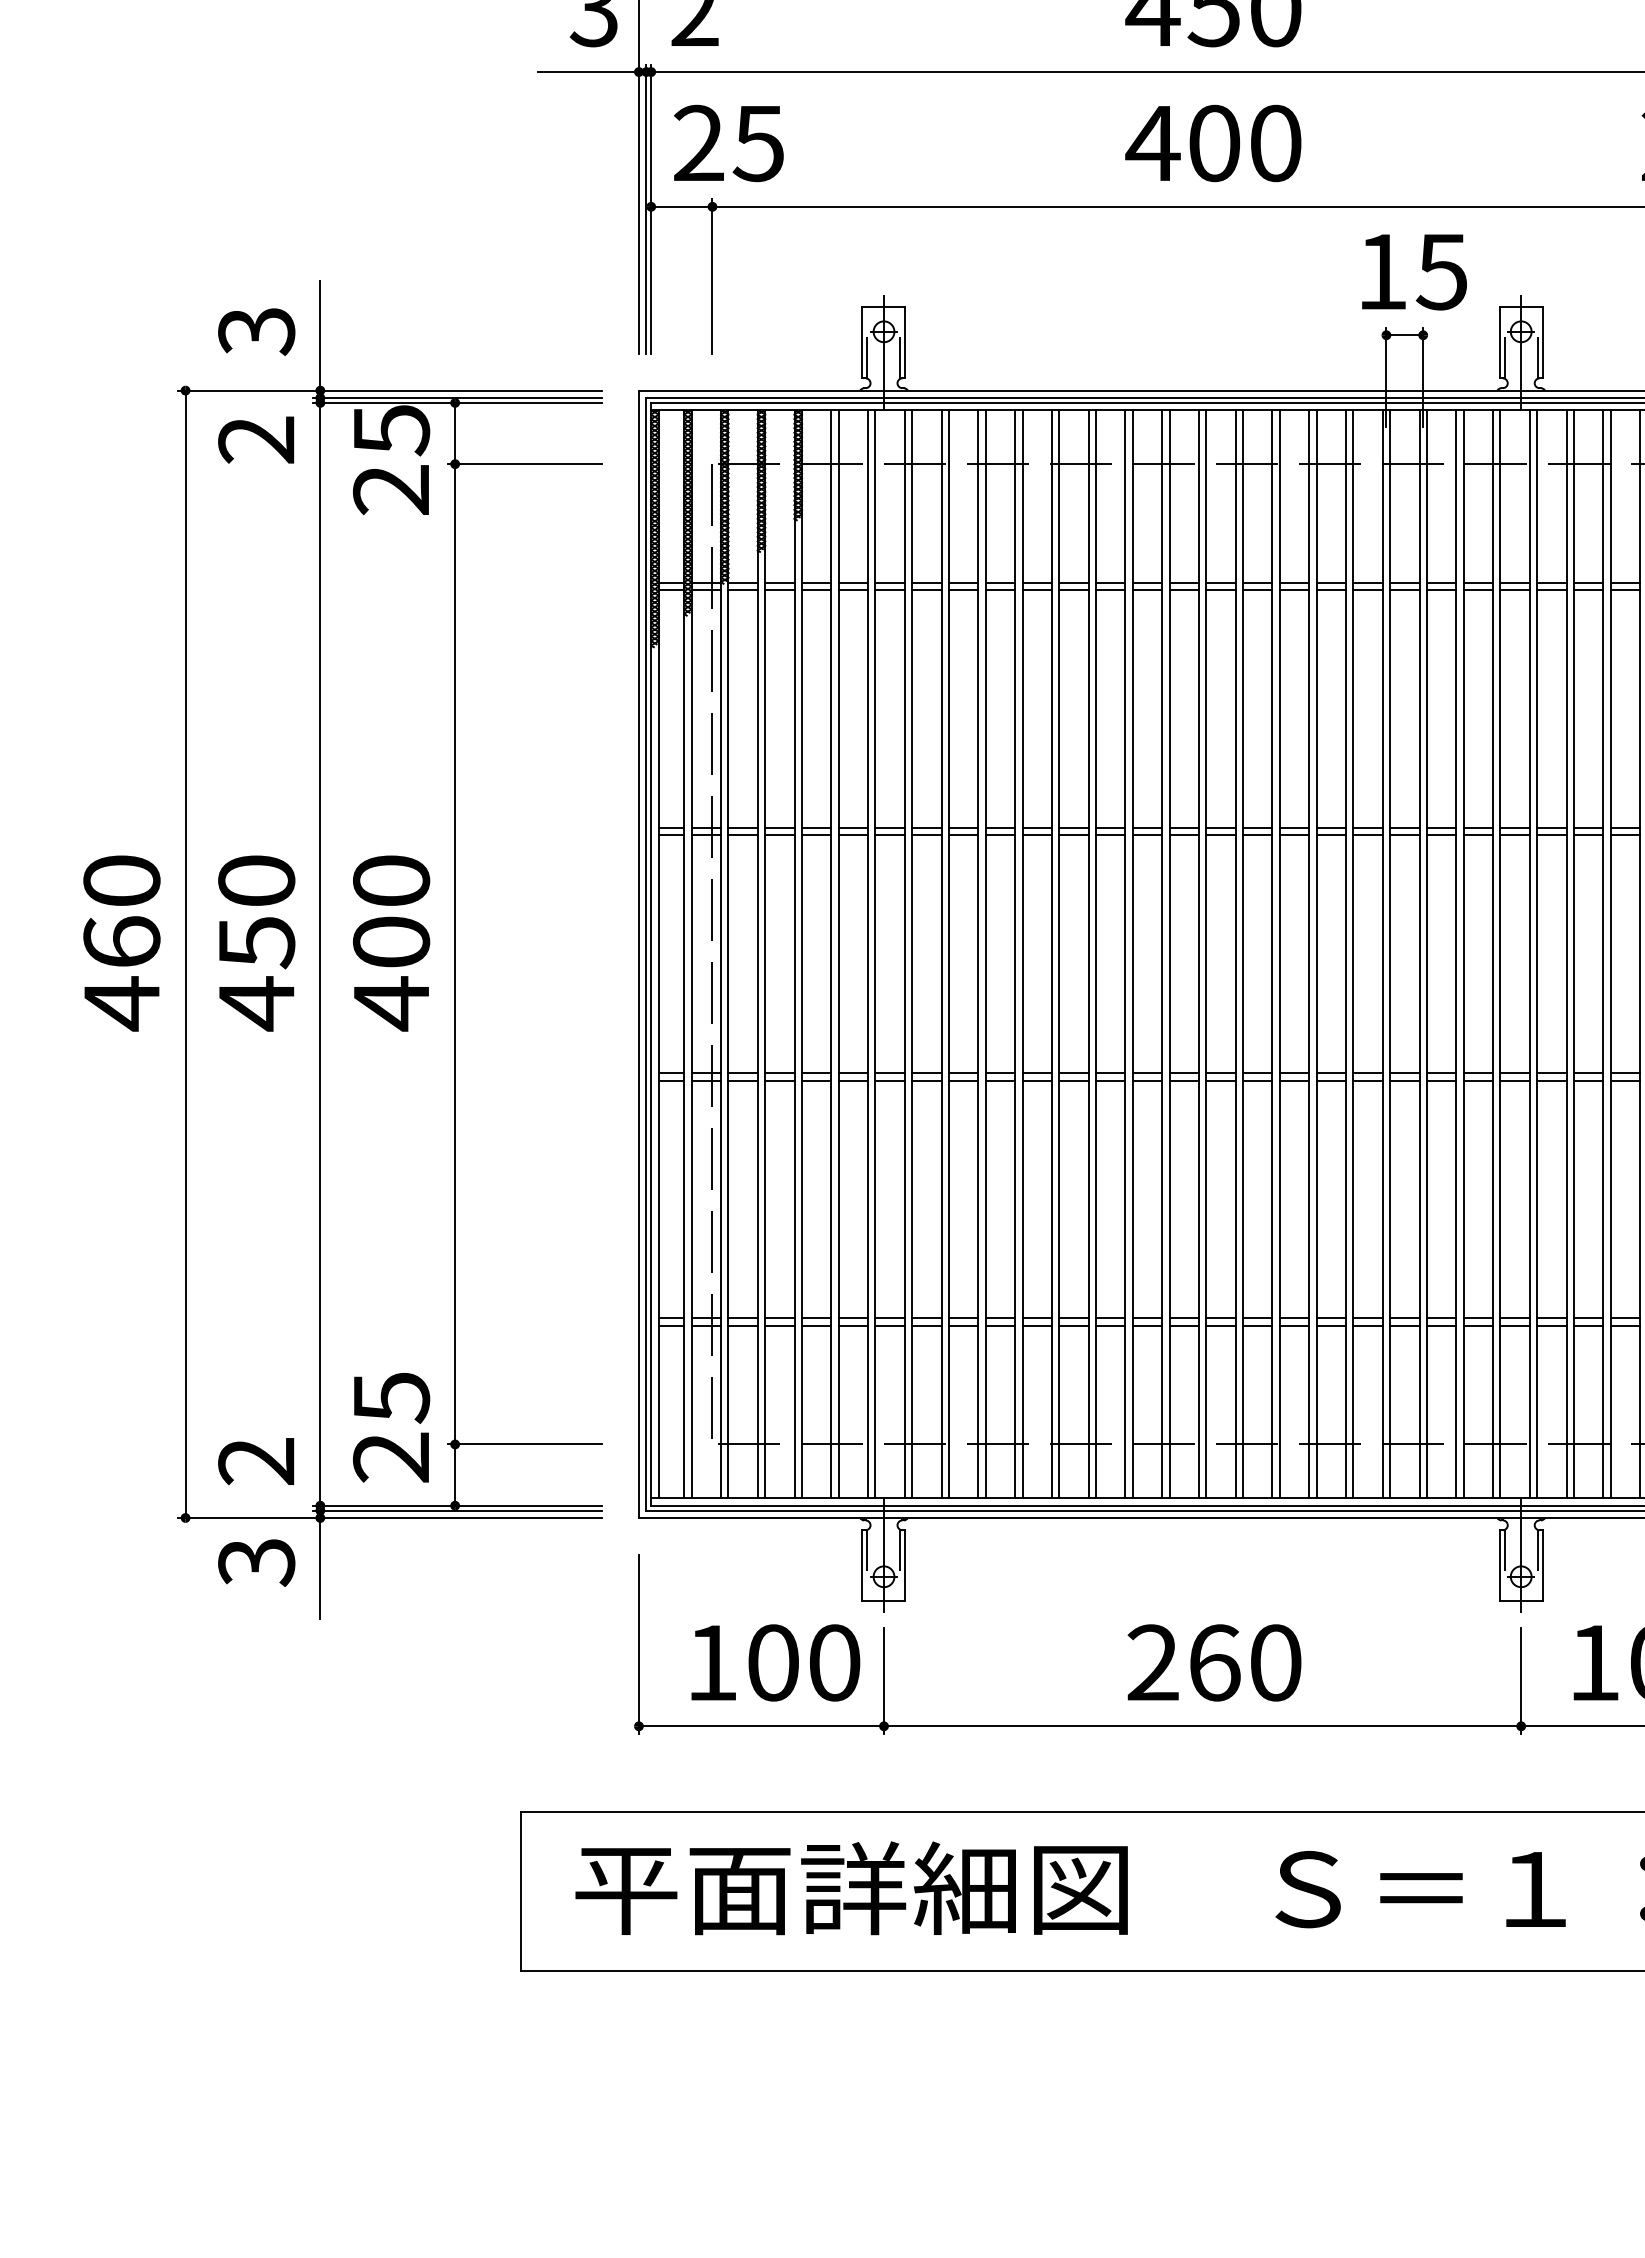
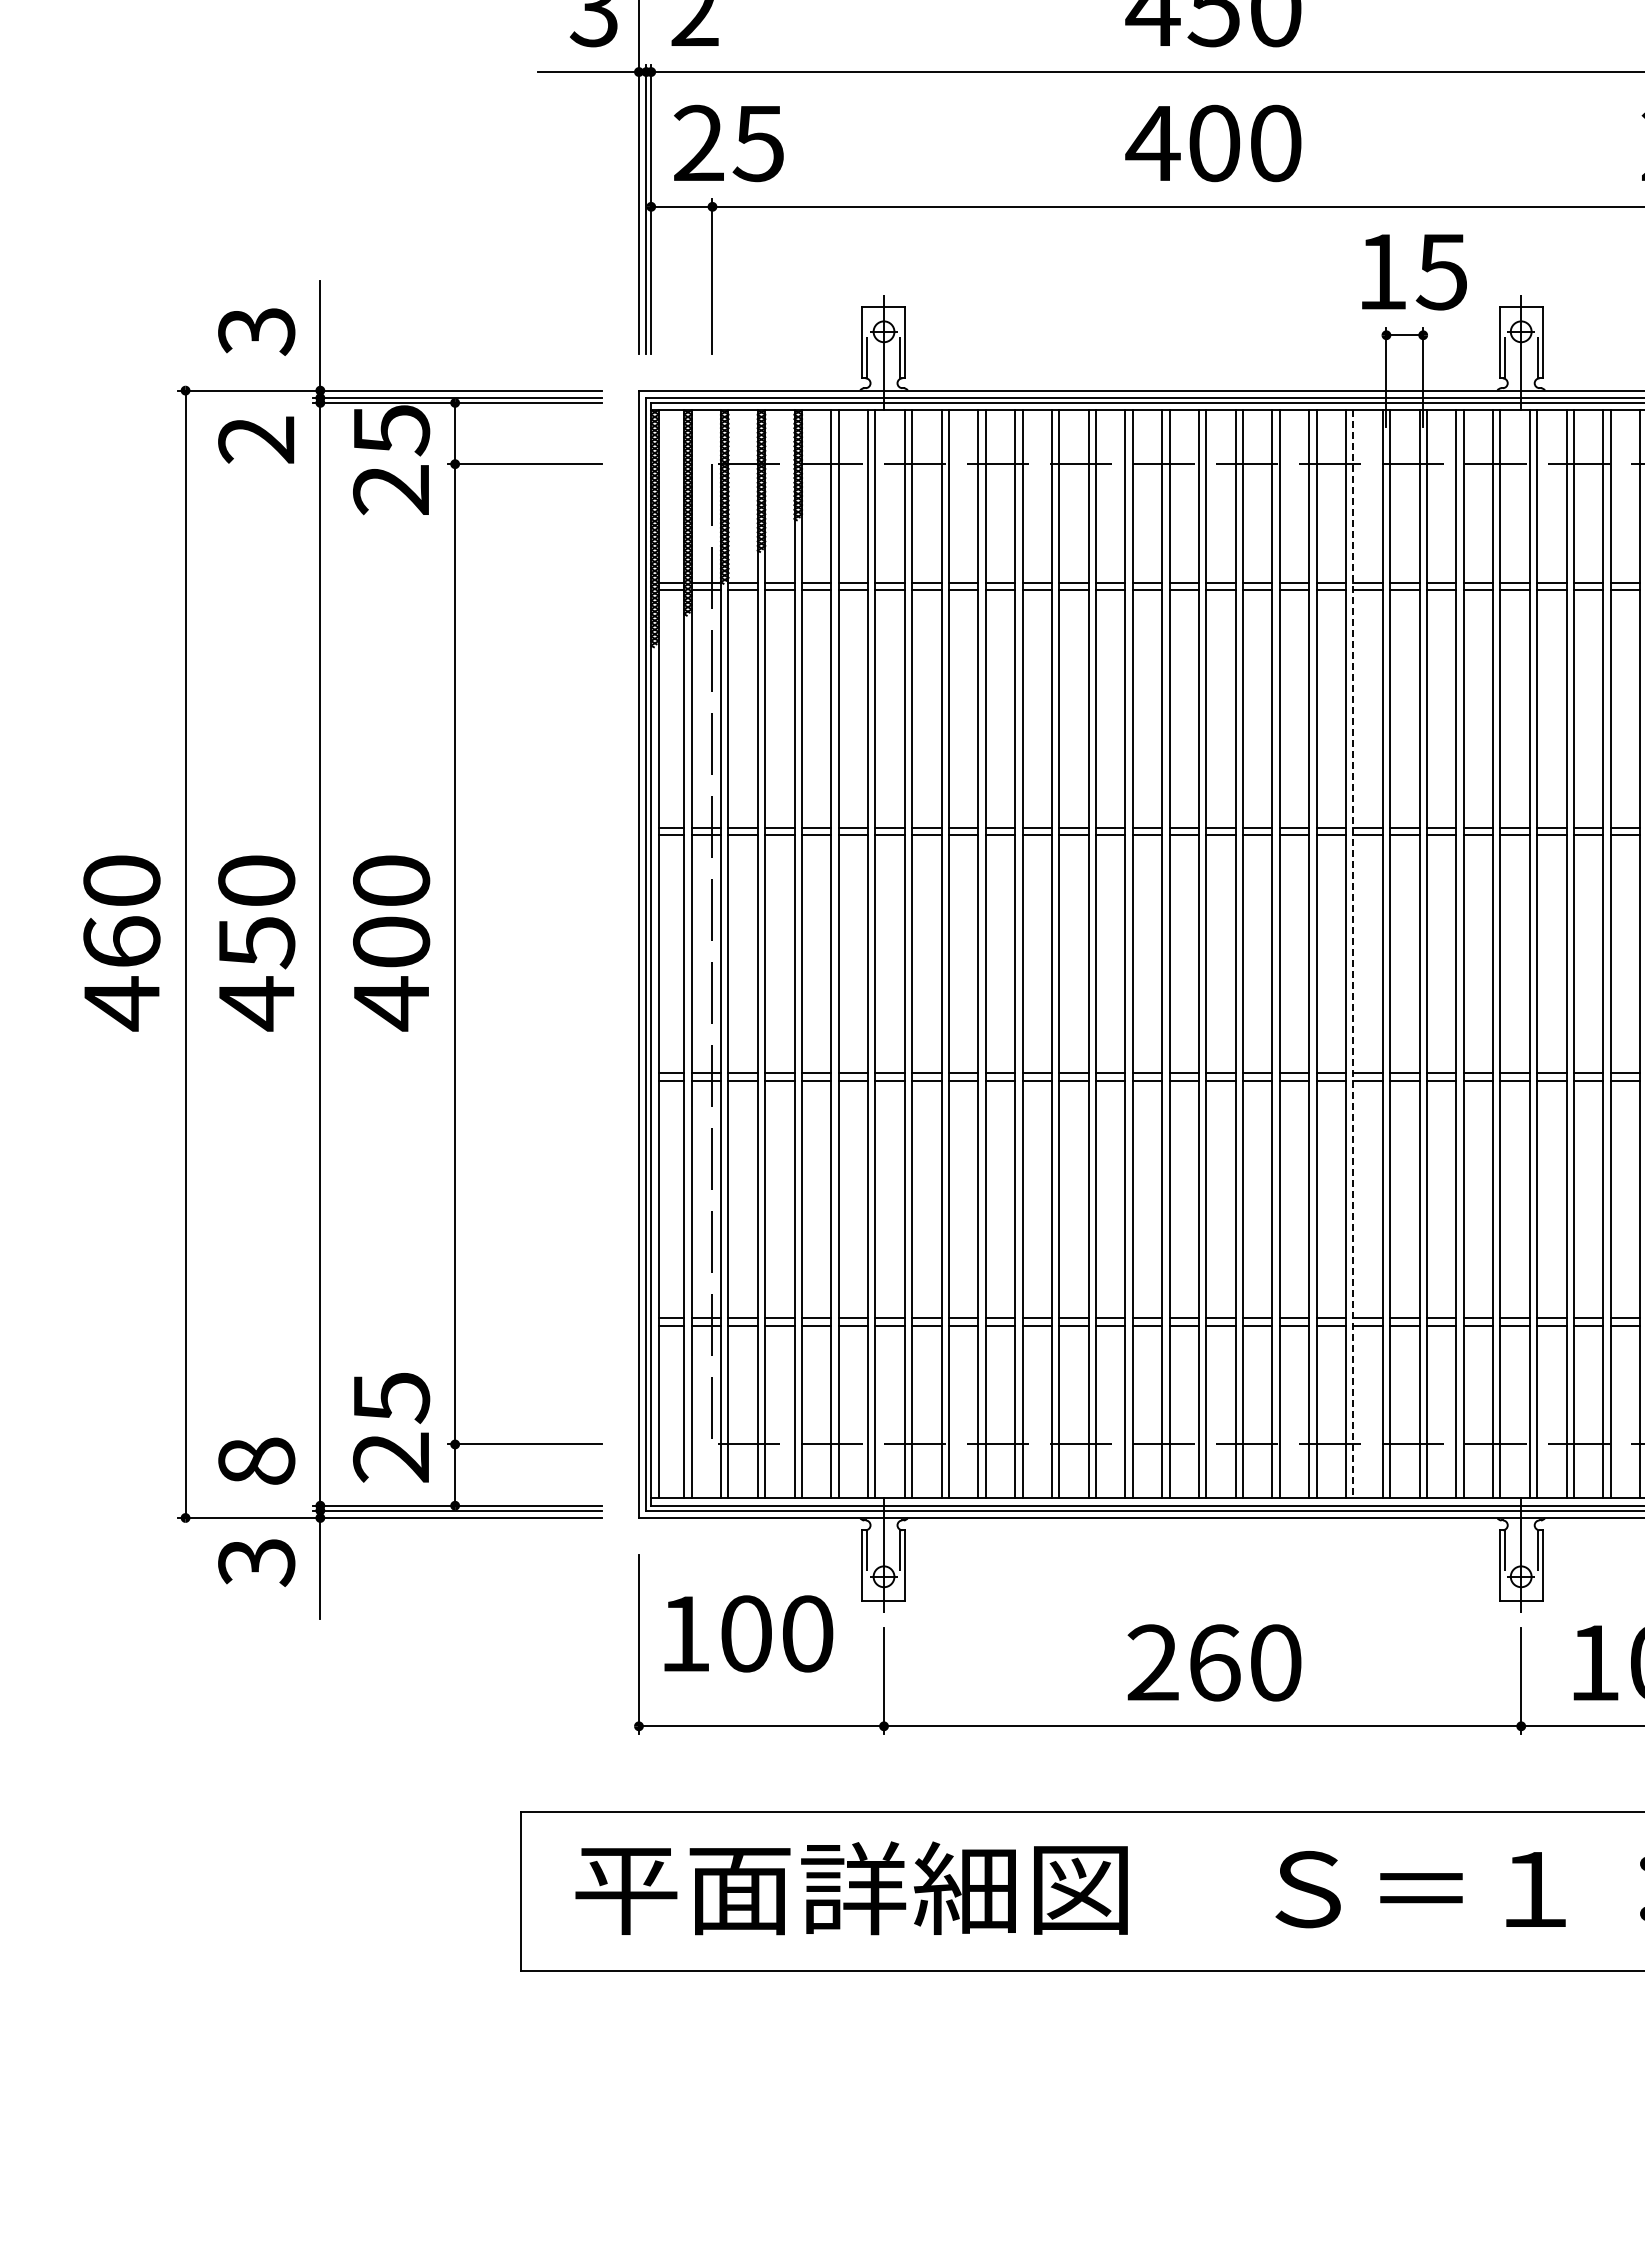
line at (1353, 954): solid -> dashed
text at (256, 1461): 2 -> 8
text at (775, 1662) position: (775, 1662) -> (748, 1633)
